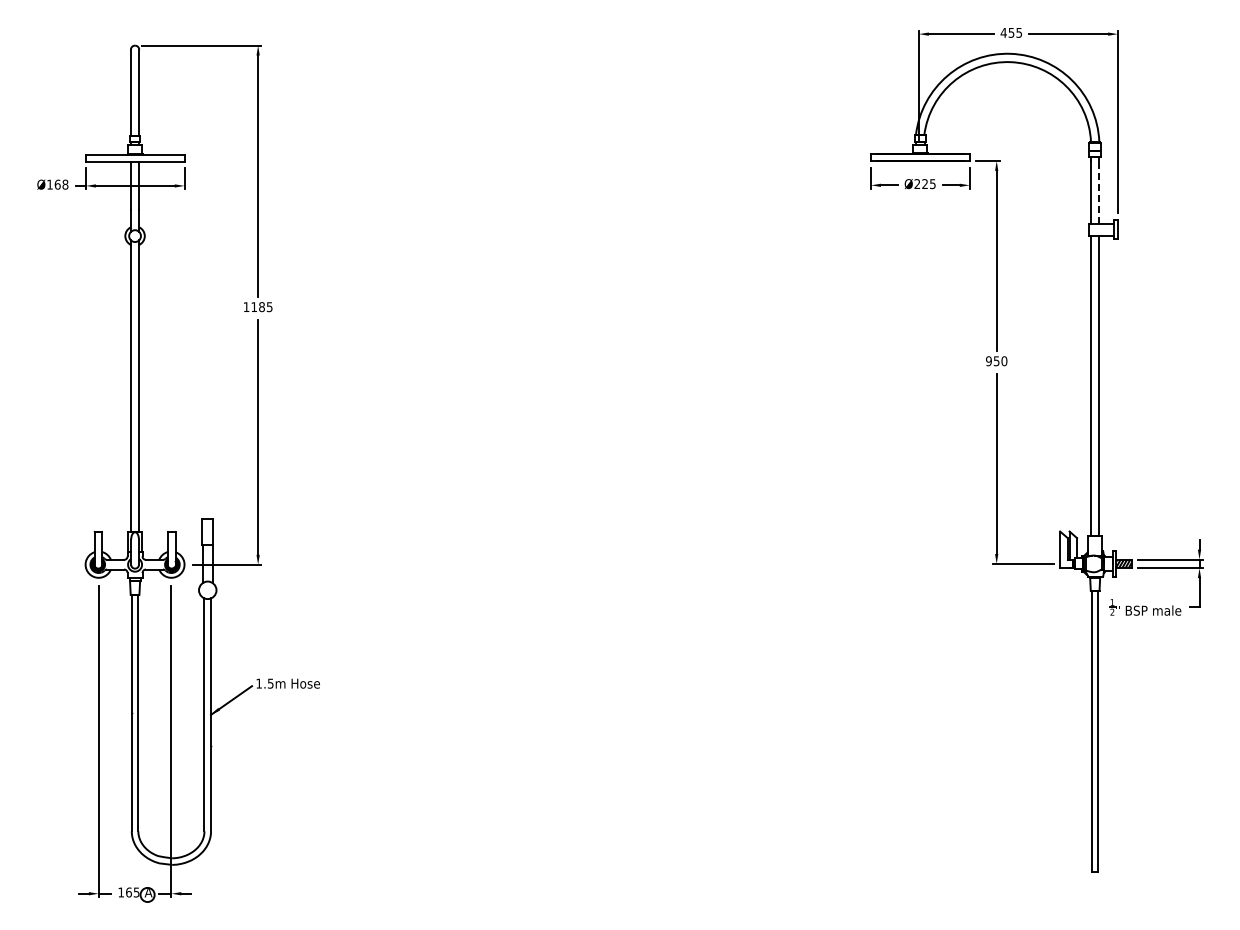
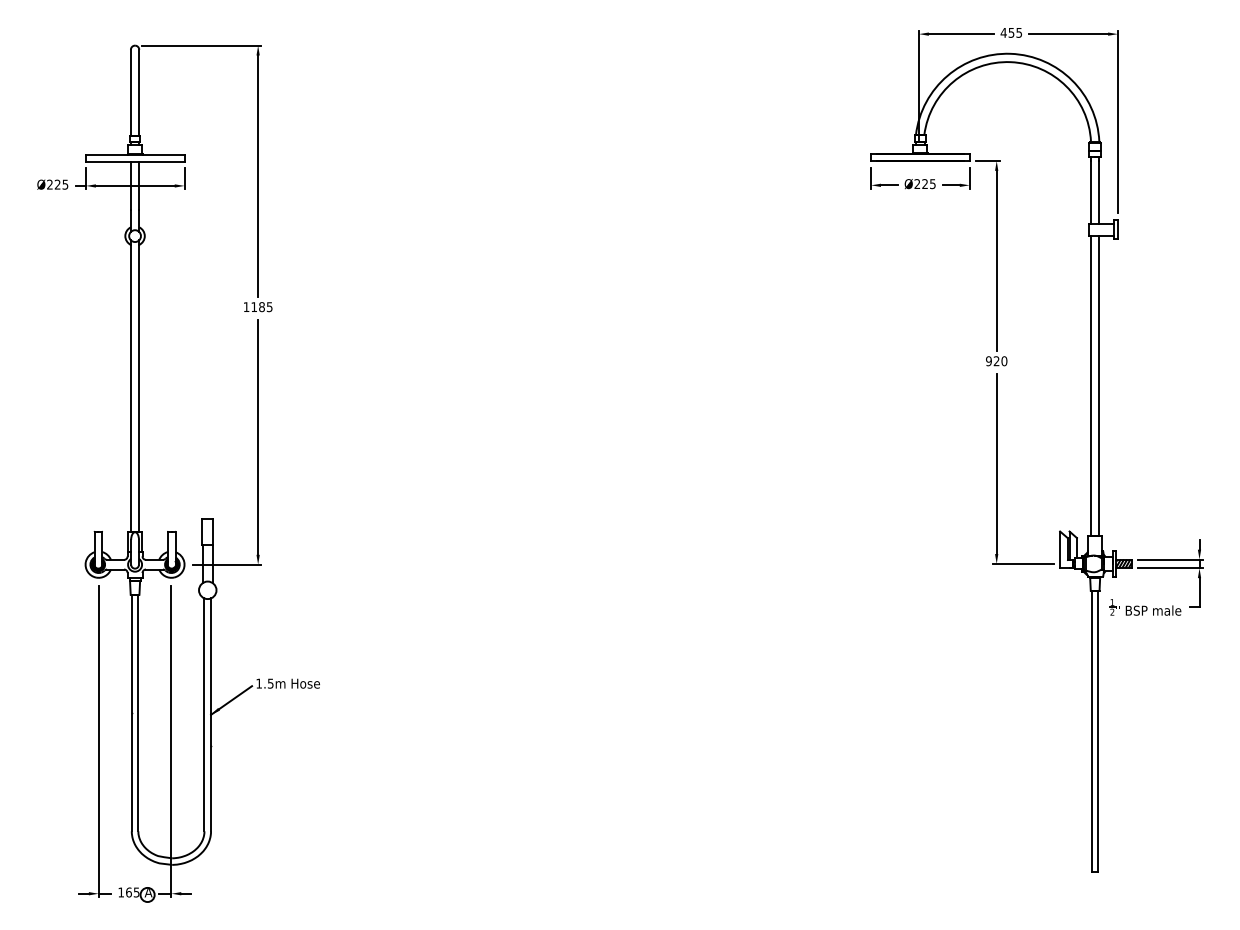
text at (57, 184): Ø168 -> Ø225
line at (1099, 192): dashed -> solid
text at (996, 361): 950 -> 920
